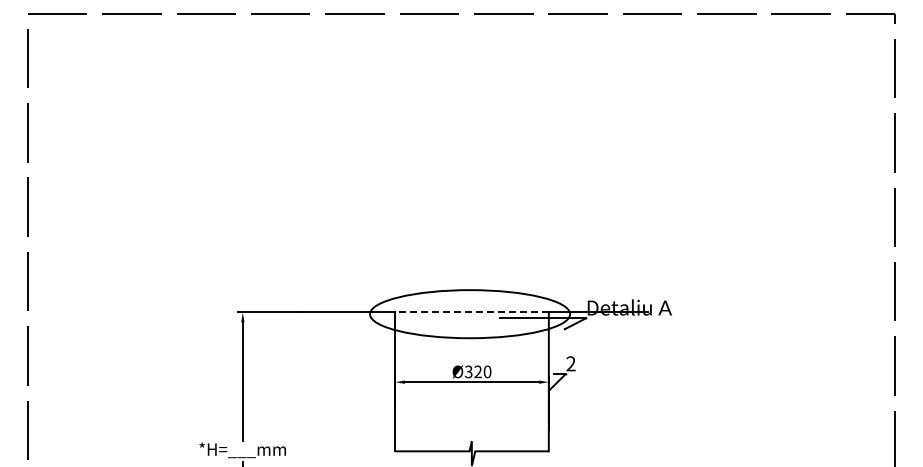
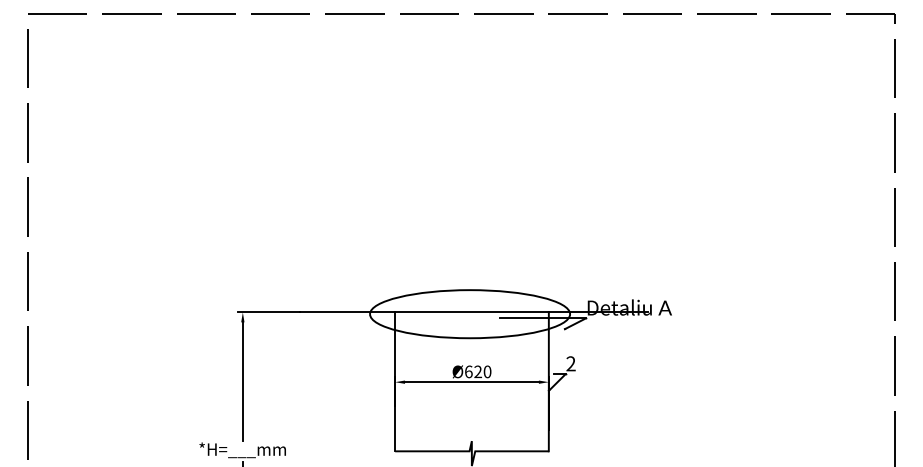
line at (471, 312): dashed -> solid
text at (468, 371): Ø320 -> Ø620
